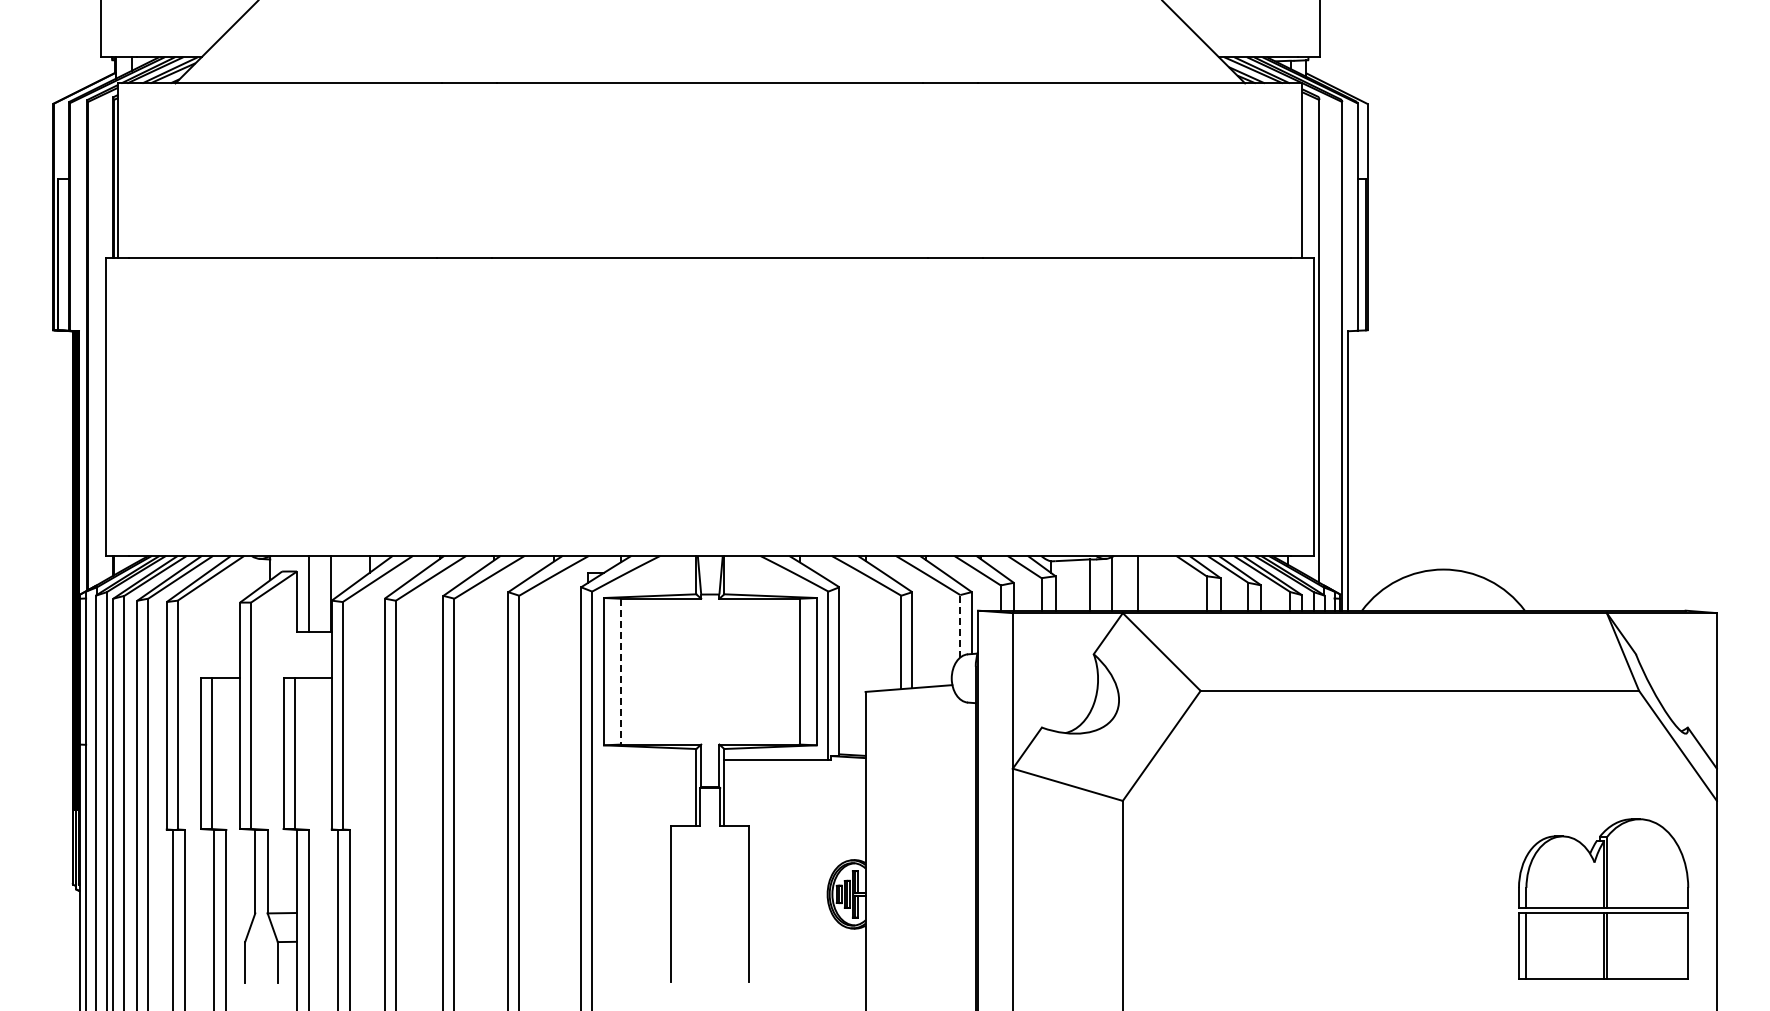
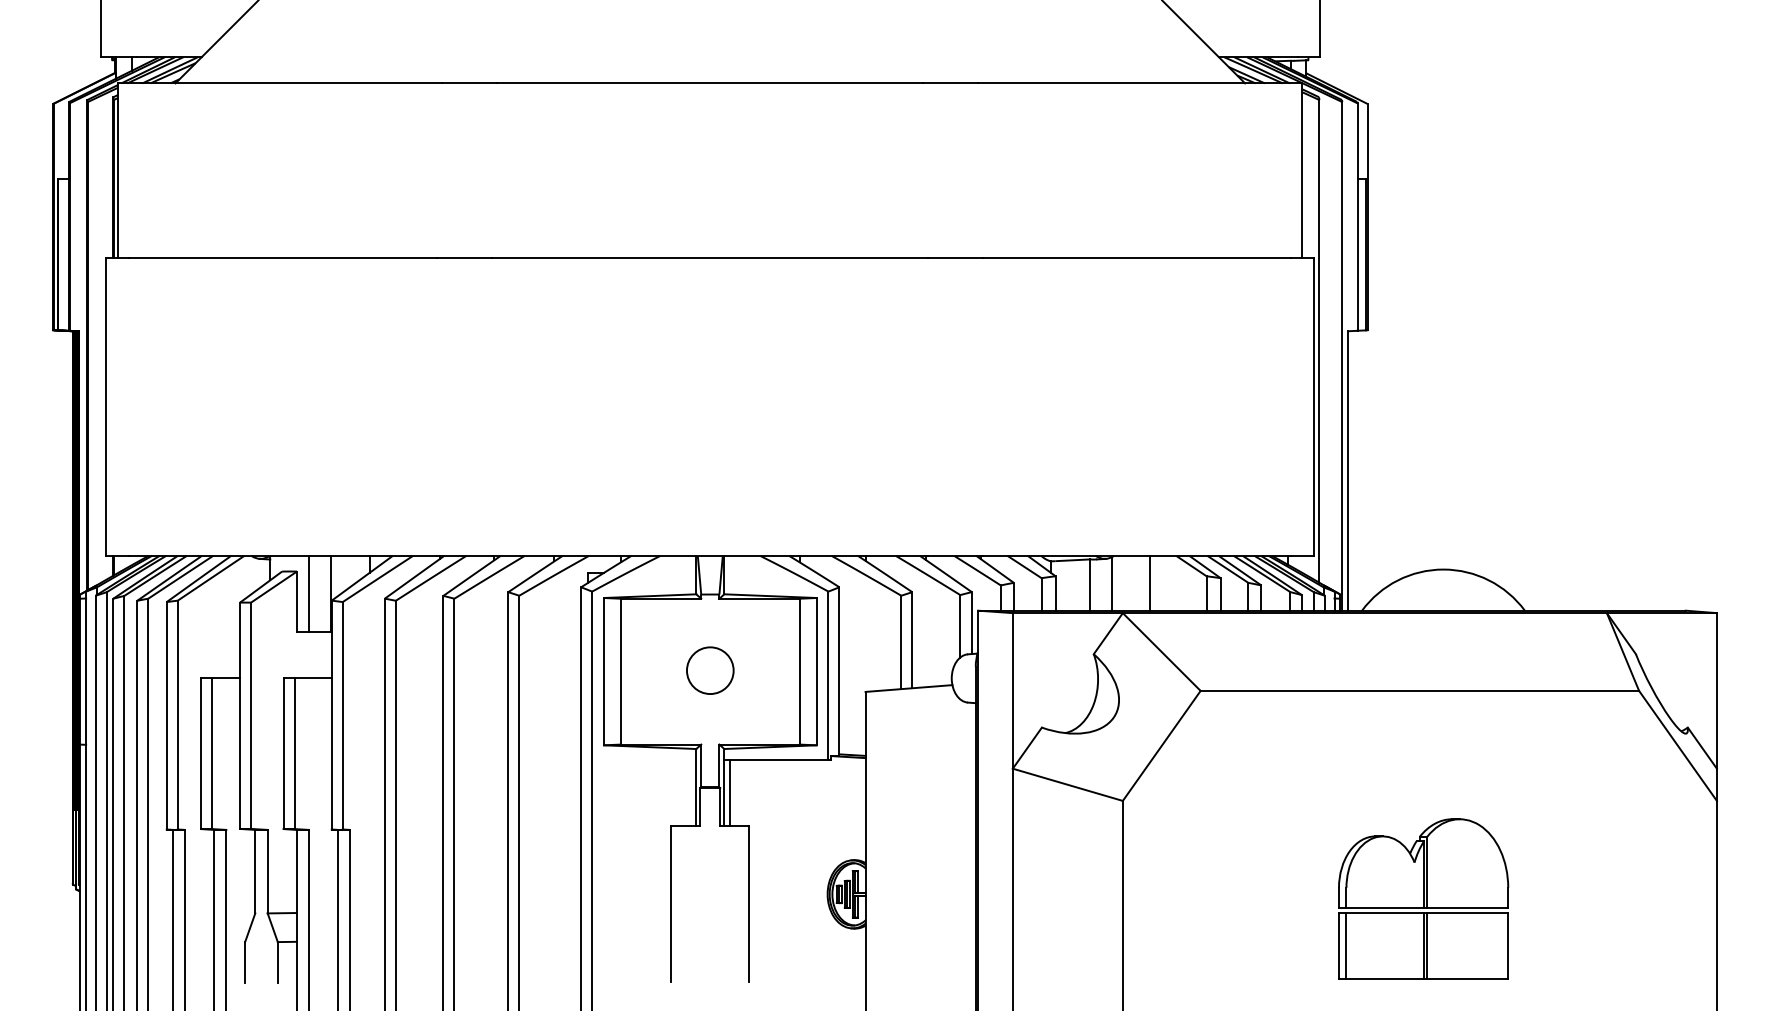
line at (1138, 582) position: (1138, 582) -> (1150, 582)
line at (960, 625): dashed -> solid
circle at (710, 670): none -> present
line at (620, 671): dashed -> solid
line at (729, 793): none -> present
part at (1603, 898) position: (1603, 898) -> (1423, 898)
